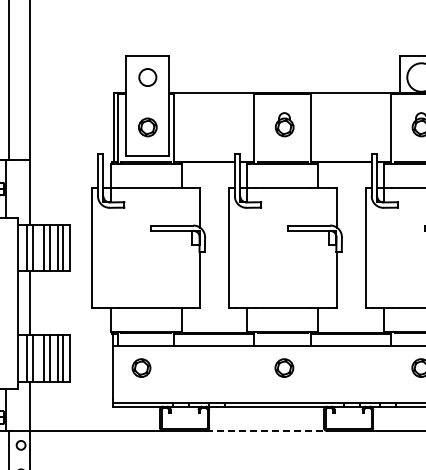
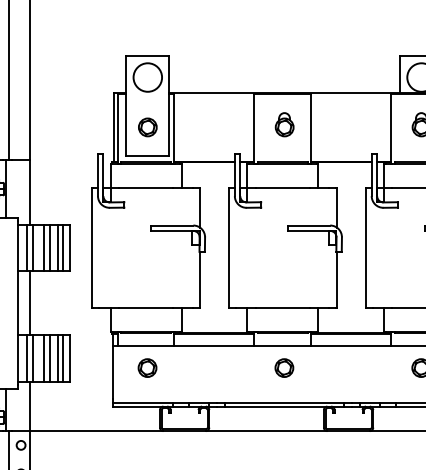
circle at (147, 77) diameter: 17 px -> 29 px
part at (141, 367) position: (141, 367) -> (147, 367)
line at (266, 431): dashed -> solid
